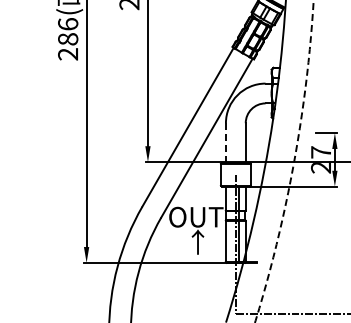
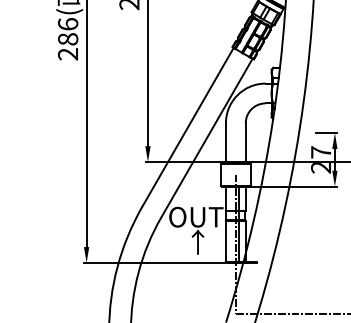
line at (225, 143): dashed -> solid
arc at (293, 162): dashed -> solid
